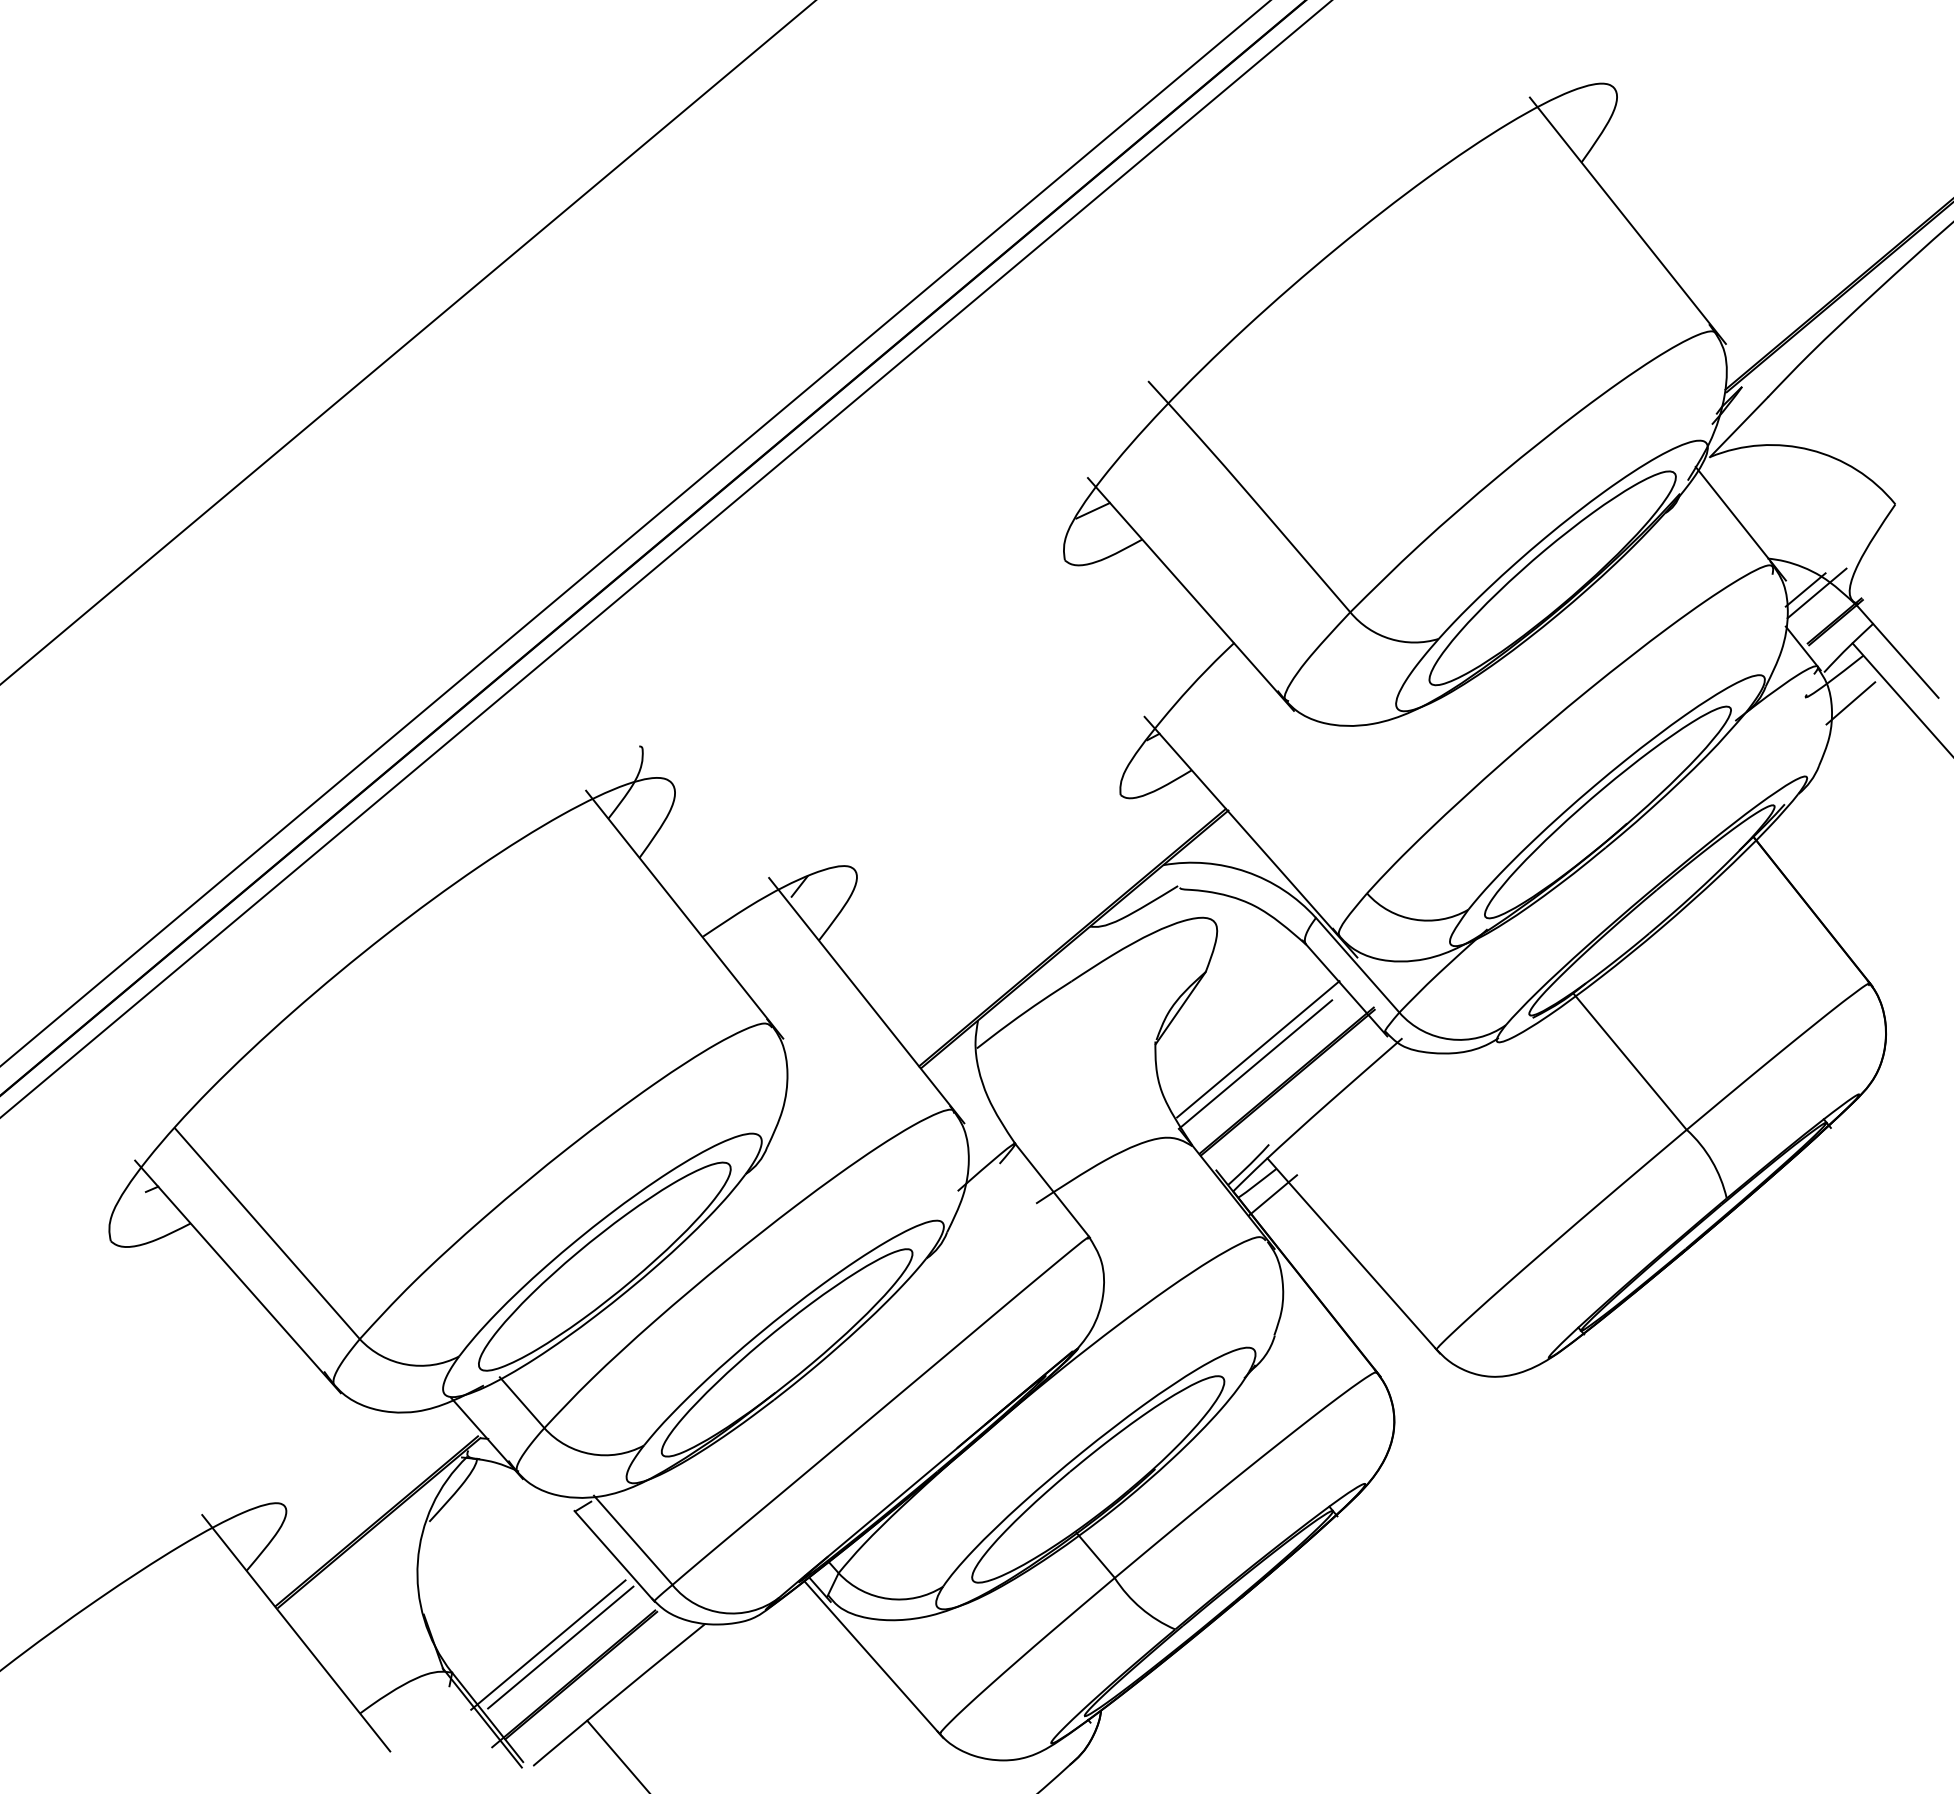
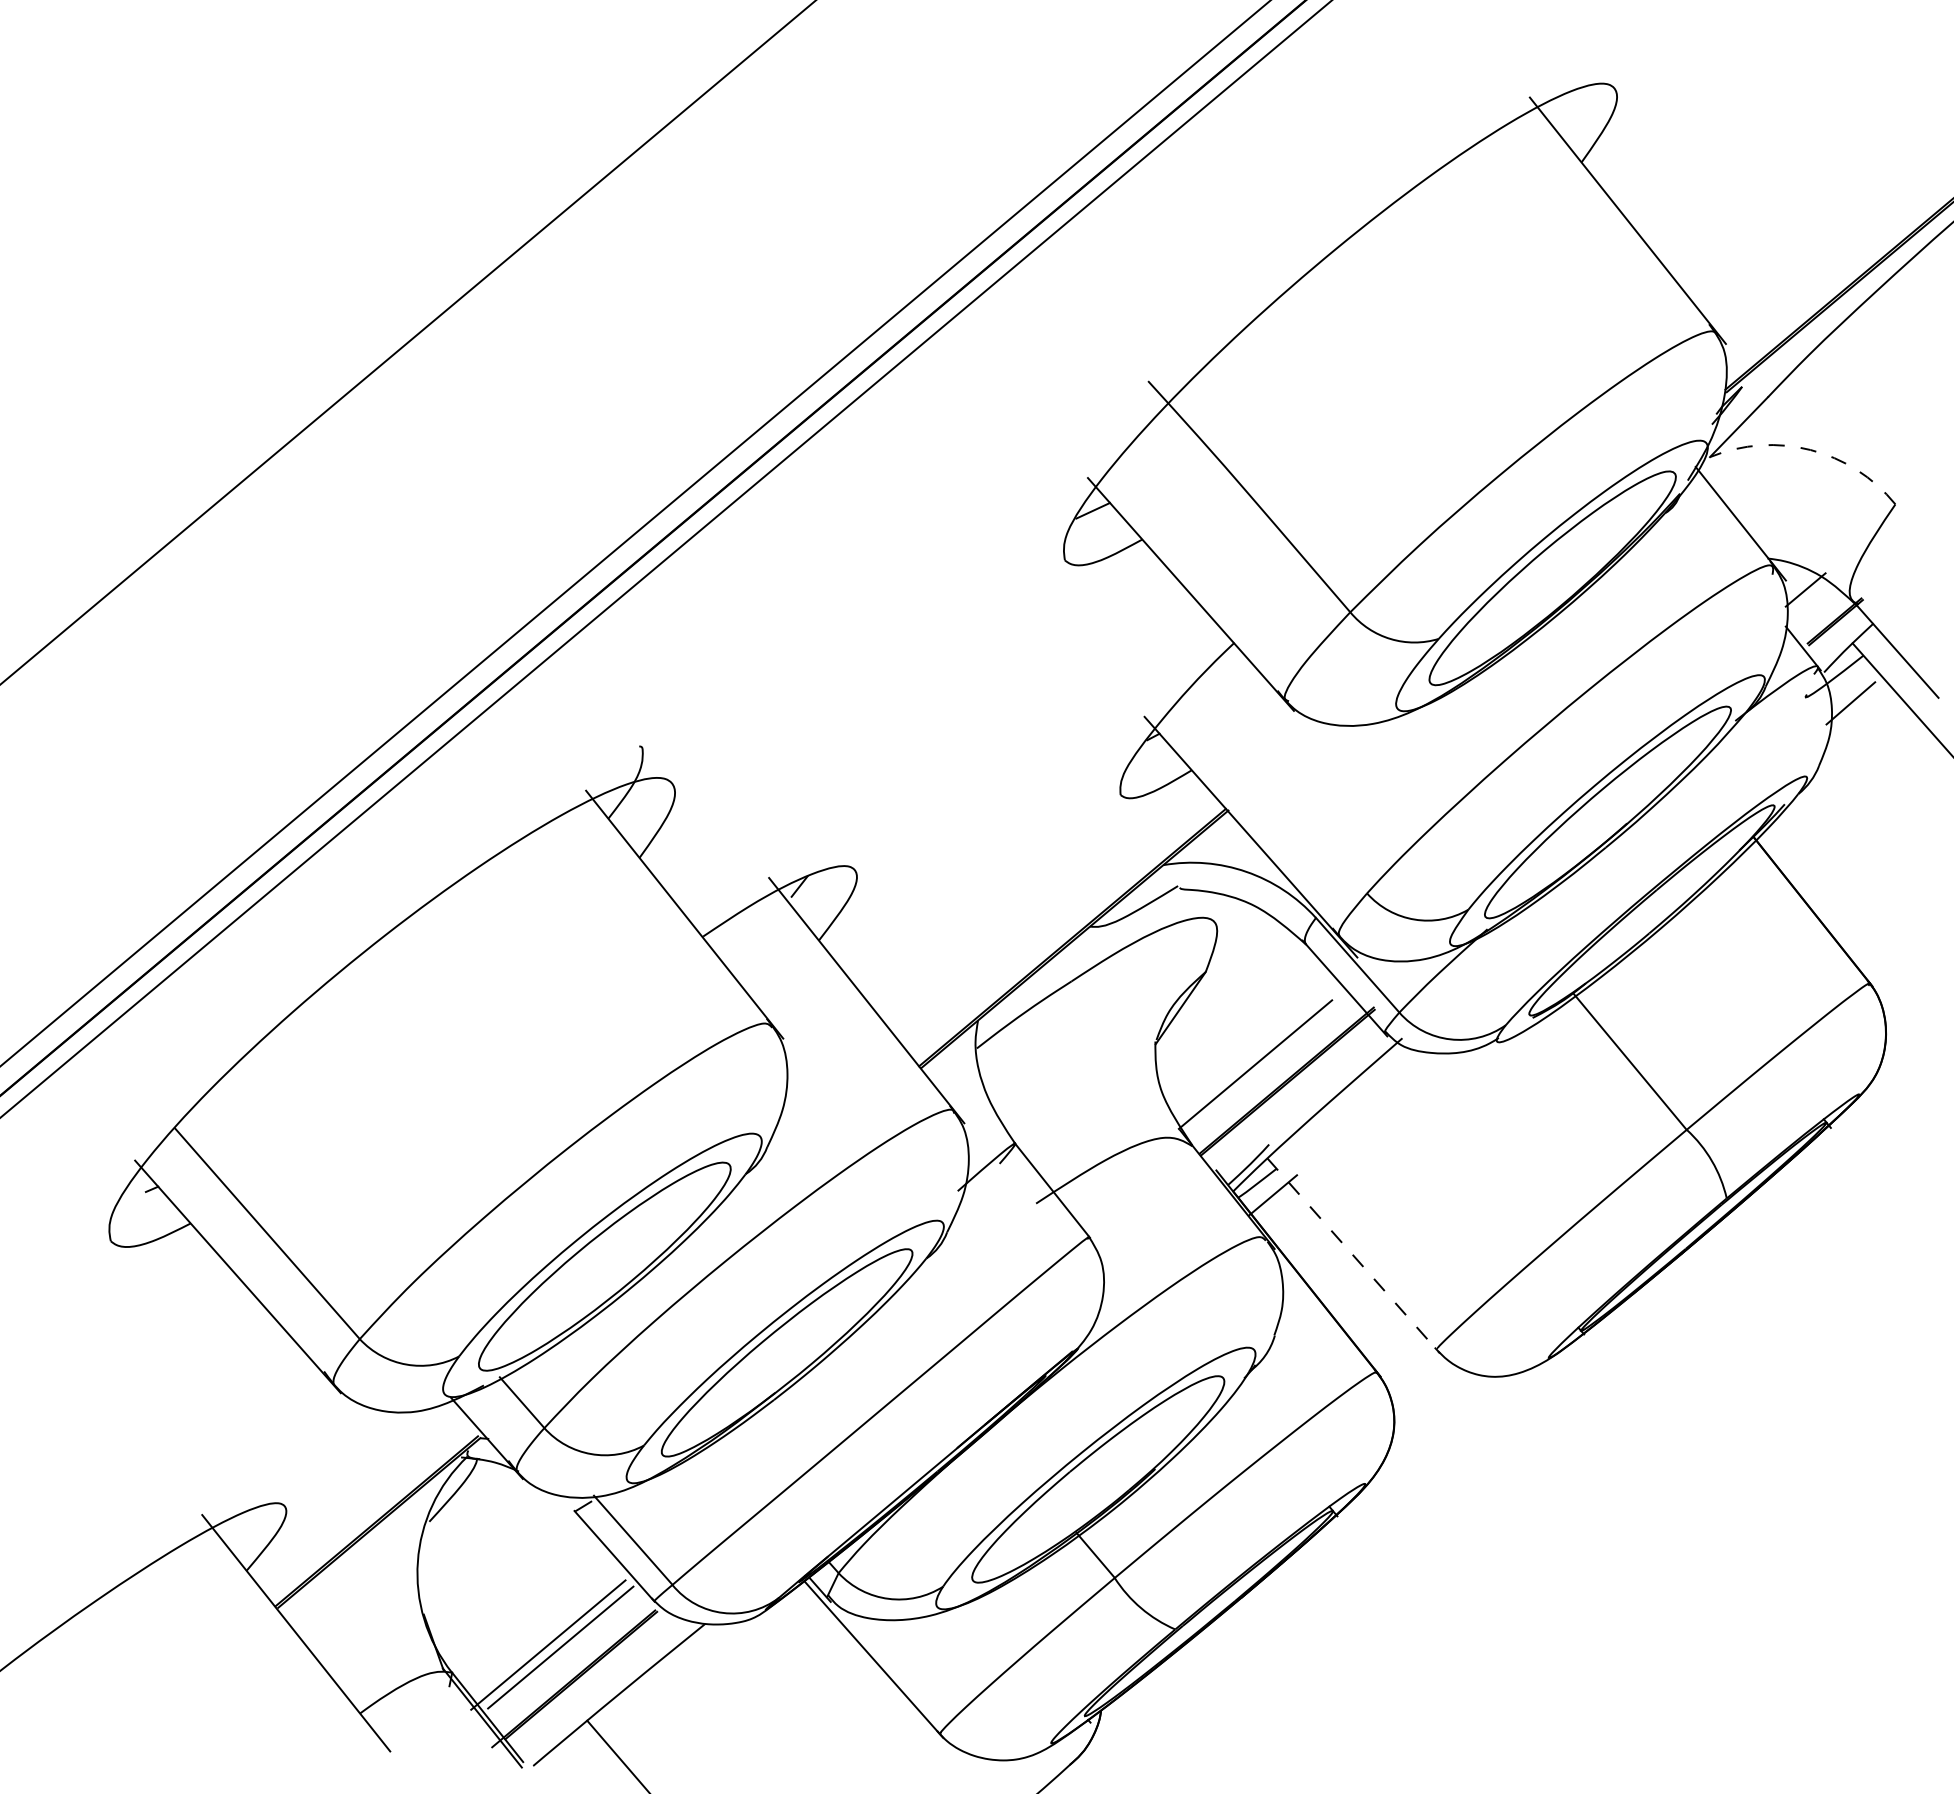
arc at (1810, 450): solid -> dashed
line at (1816, 593): present -> none
line at (1258, 1049): present -> none
line at (1354, 1256): solid -> dashed
